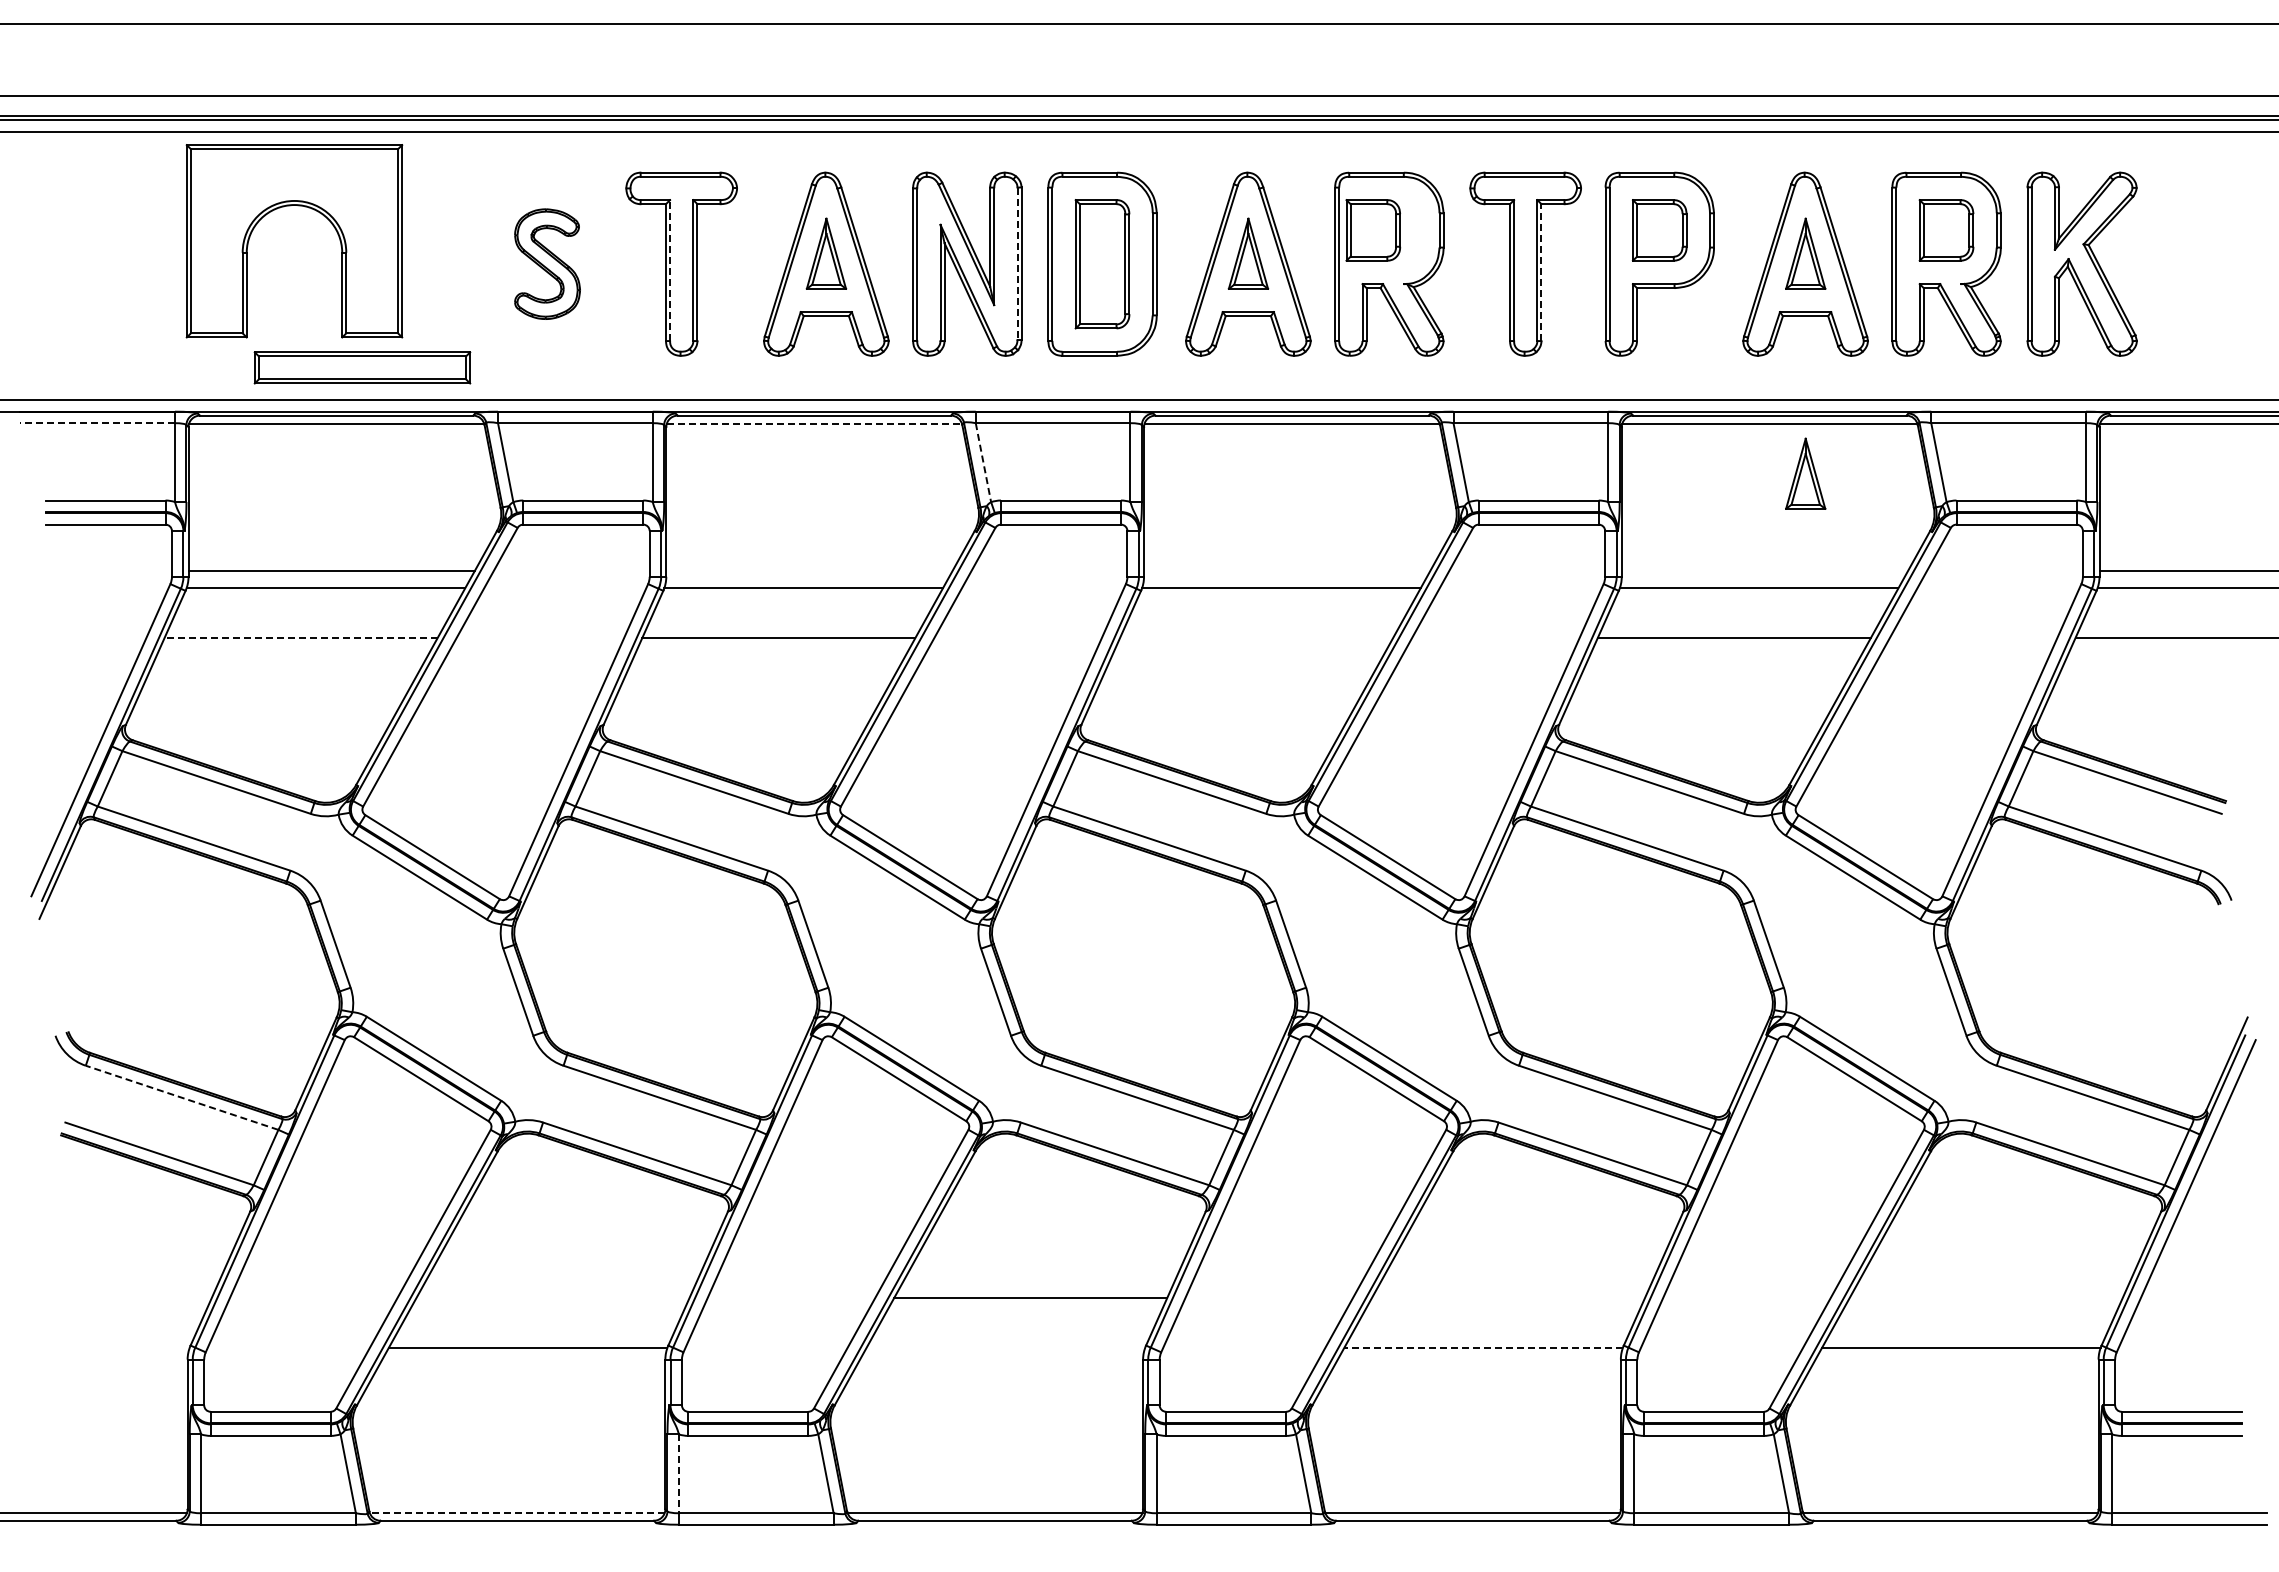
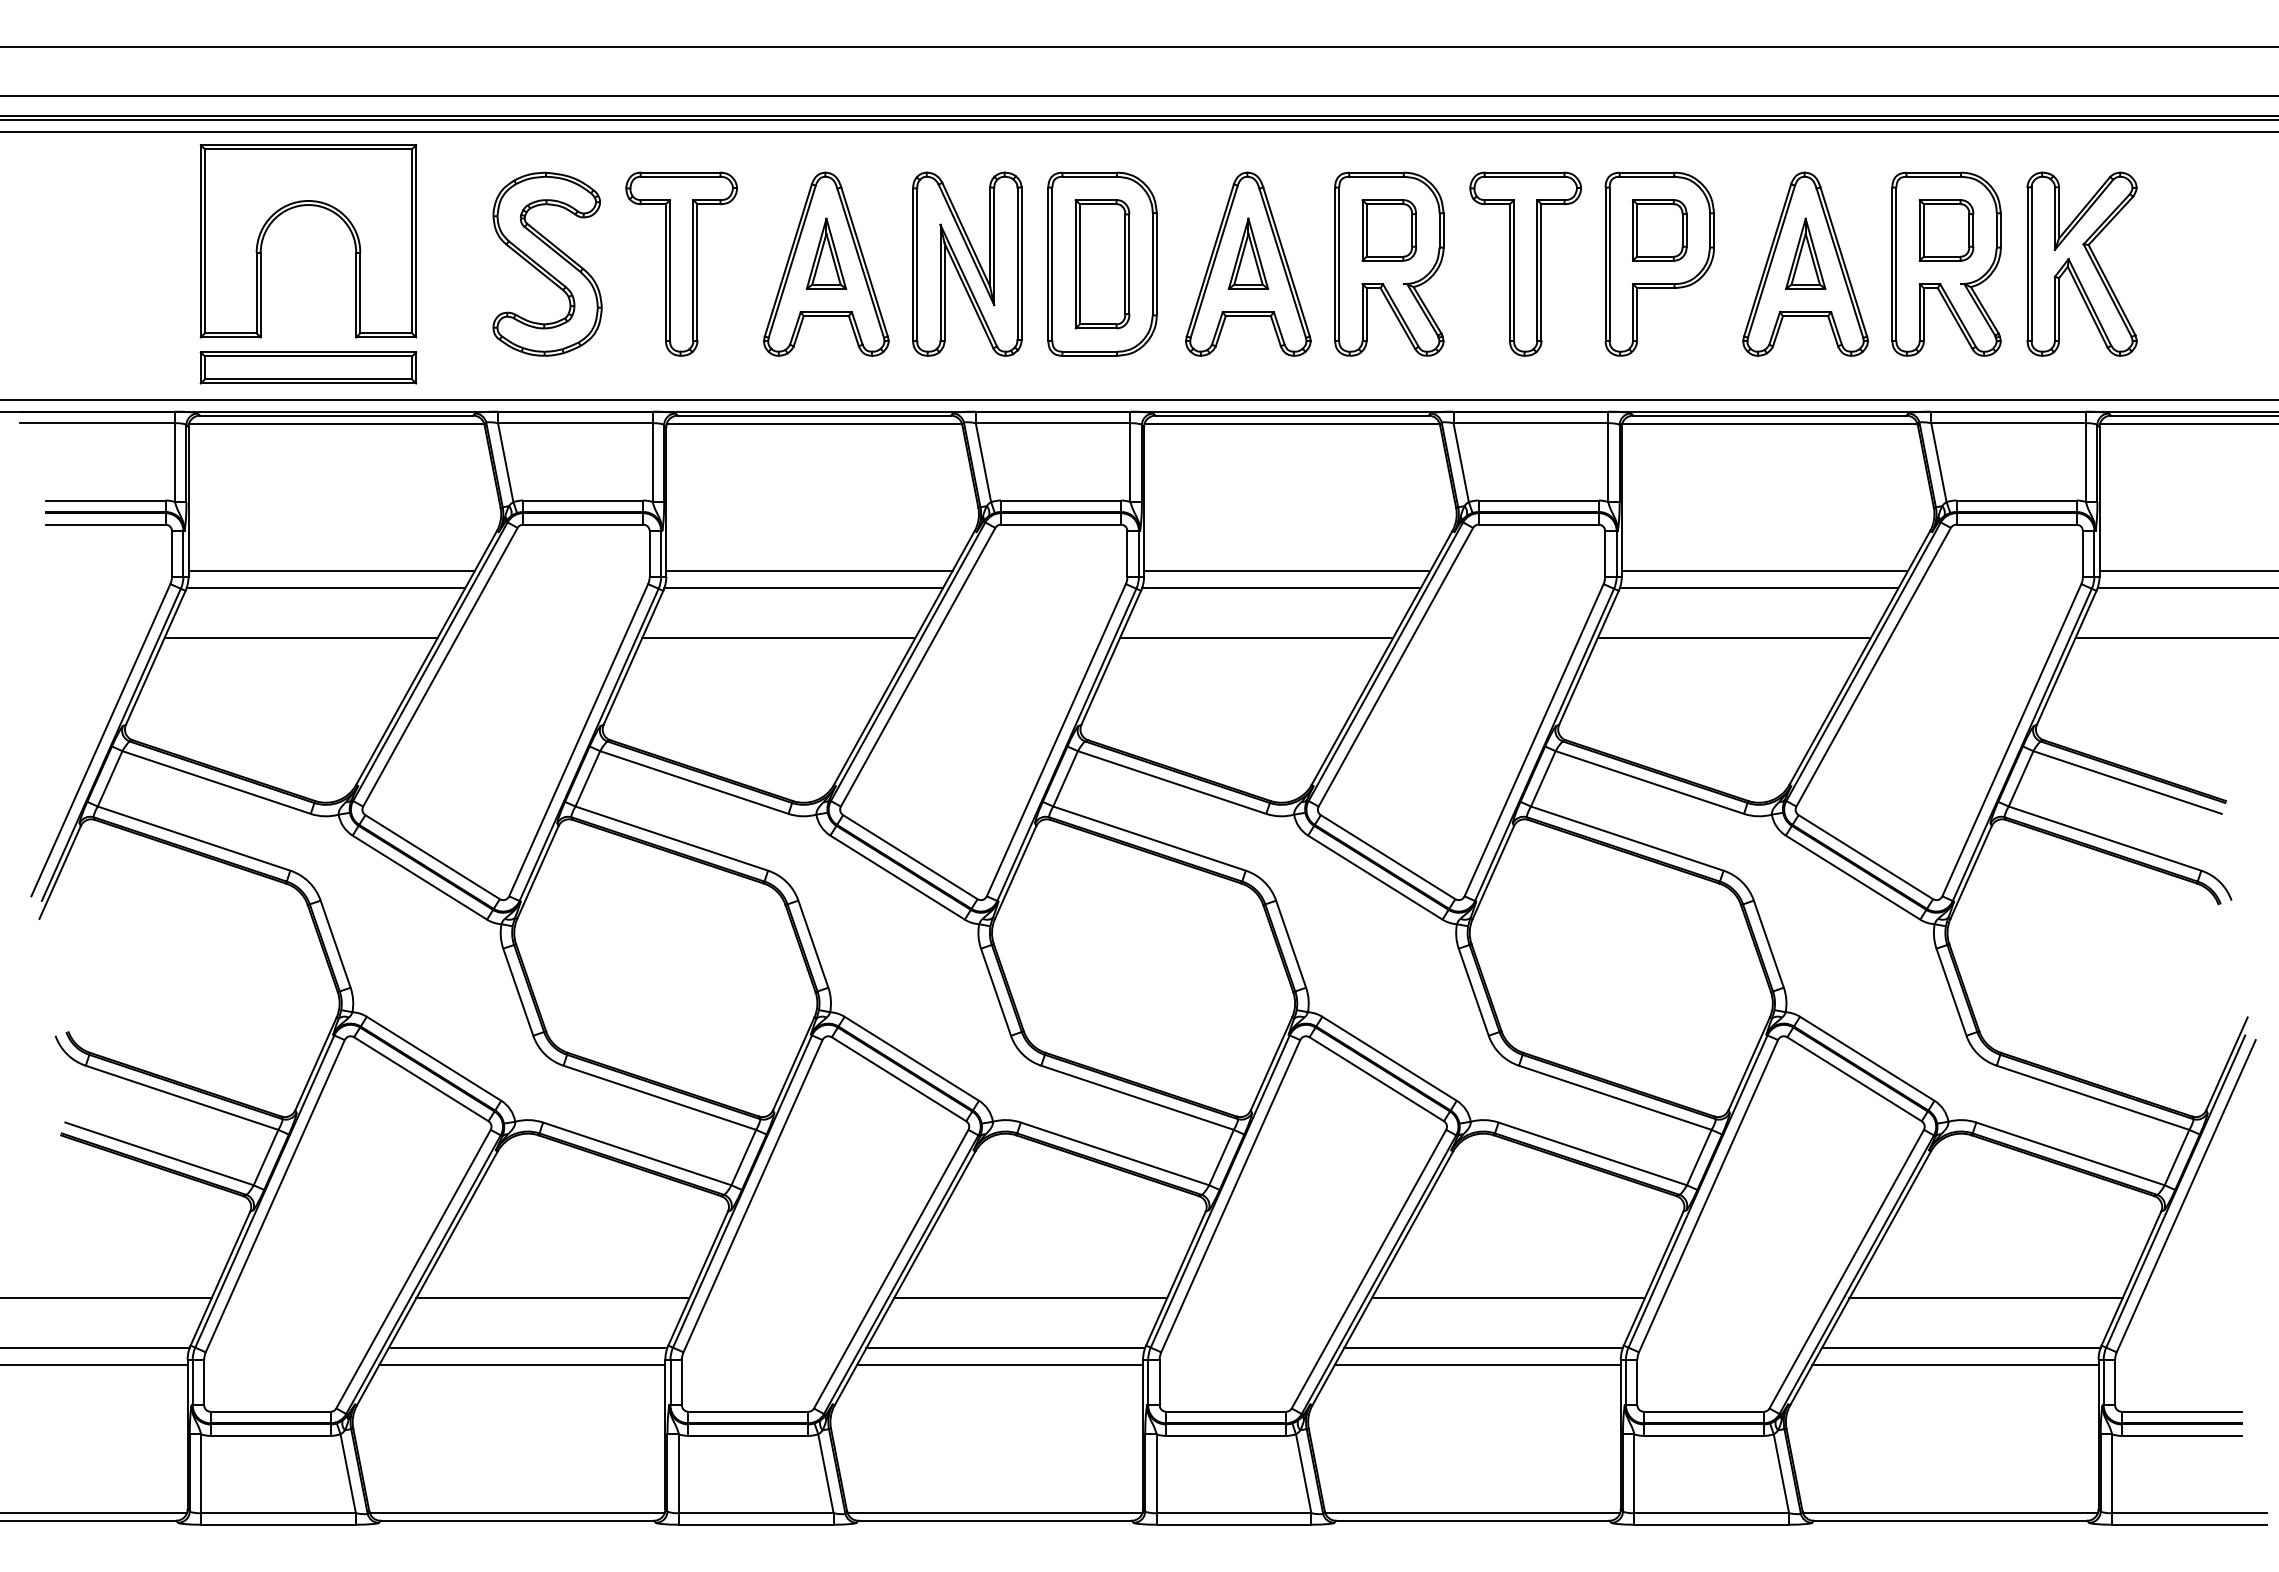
line at (1138, 24) position: (1138, 24) -> (1138, 47)
part at (290, 206) position: (290, 206) -> (304, 206)
part at (1373, 230) position: (1373, 230) -> (1389, 230)
part at (547, 263) size: 67x112 px -> 111x186 px
line at (1017, 264): dashed -> solid
line at (670, 270): dashed -> solid
line at (1541, 272): dashed -> solid
part at (362, 367) position: (362, 367) -> (308, 367)
line at (97, 423): dashed -> solid
line at (814, 423): dashed -> solid
line at (983, 463): dashed -> solid
part at (1805, 473): present -> none
line at (809, 570): none -> present
line at (1287, 570): none -> present
line at (1764, 570): none -> present
line at (301, 637): dashed -> solid
line at (1256, 637): none -> present
line at (181, 1097): dashed -> solid
line at (106, 1298): none -> present
line at (552, 1298): none -> present
line at (1507, 1298): none -> present
line at (1985, 1298): none -> present
line at (95, 1348): none -> present
line at (1005, 1348): none -> present
line at (1483, 1348): dashed -> solid
line at (94, 1365): none -> present
line at (522, 1365): none -> present
line at (999, 1365): none -> present
line at (1477, 1365): none -> present
line at (1955, 1365): none -> present
line at (678, 1474): dashed -> solid
line at (517, 1512): dashed -> solid
